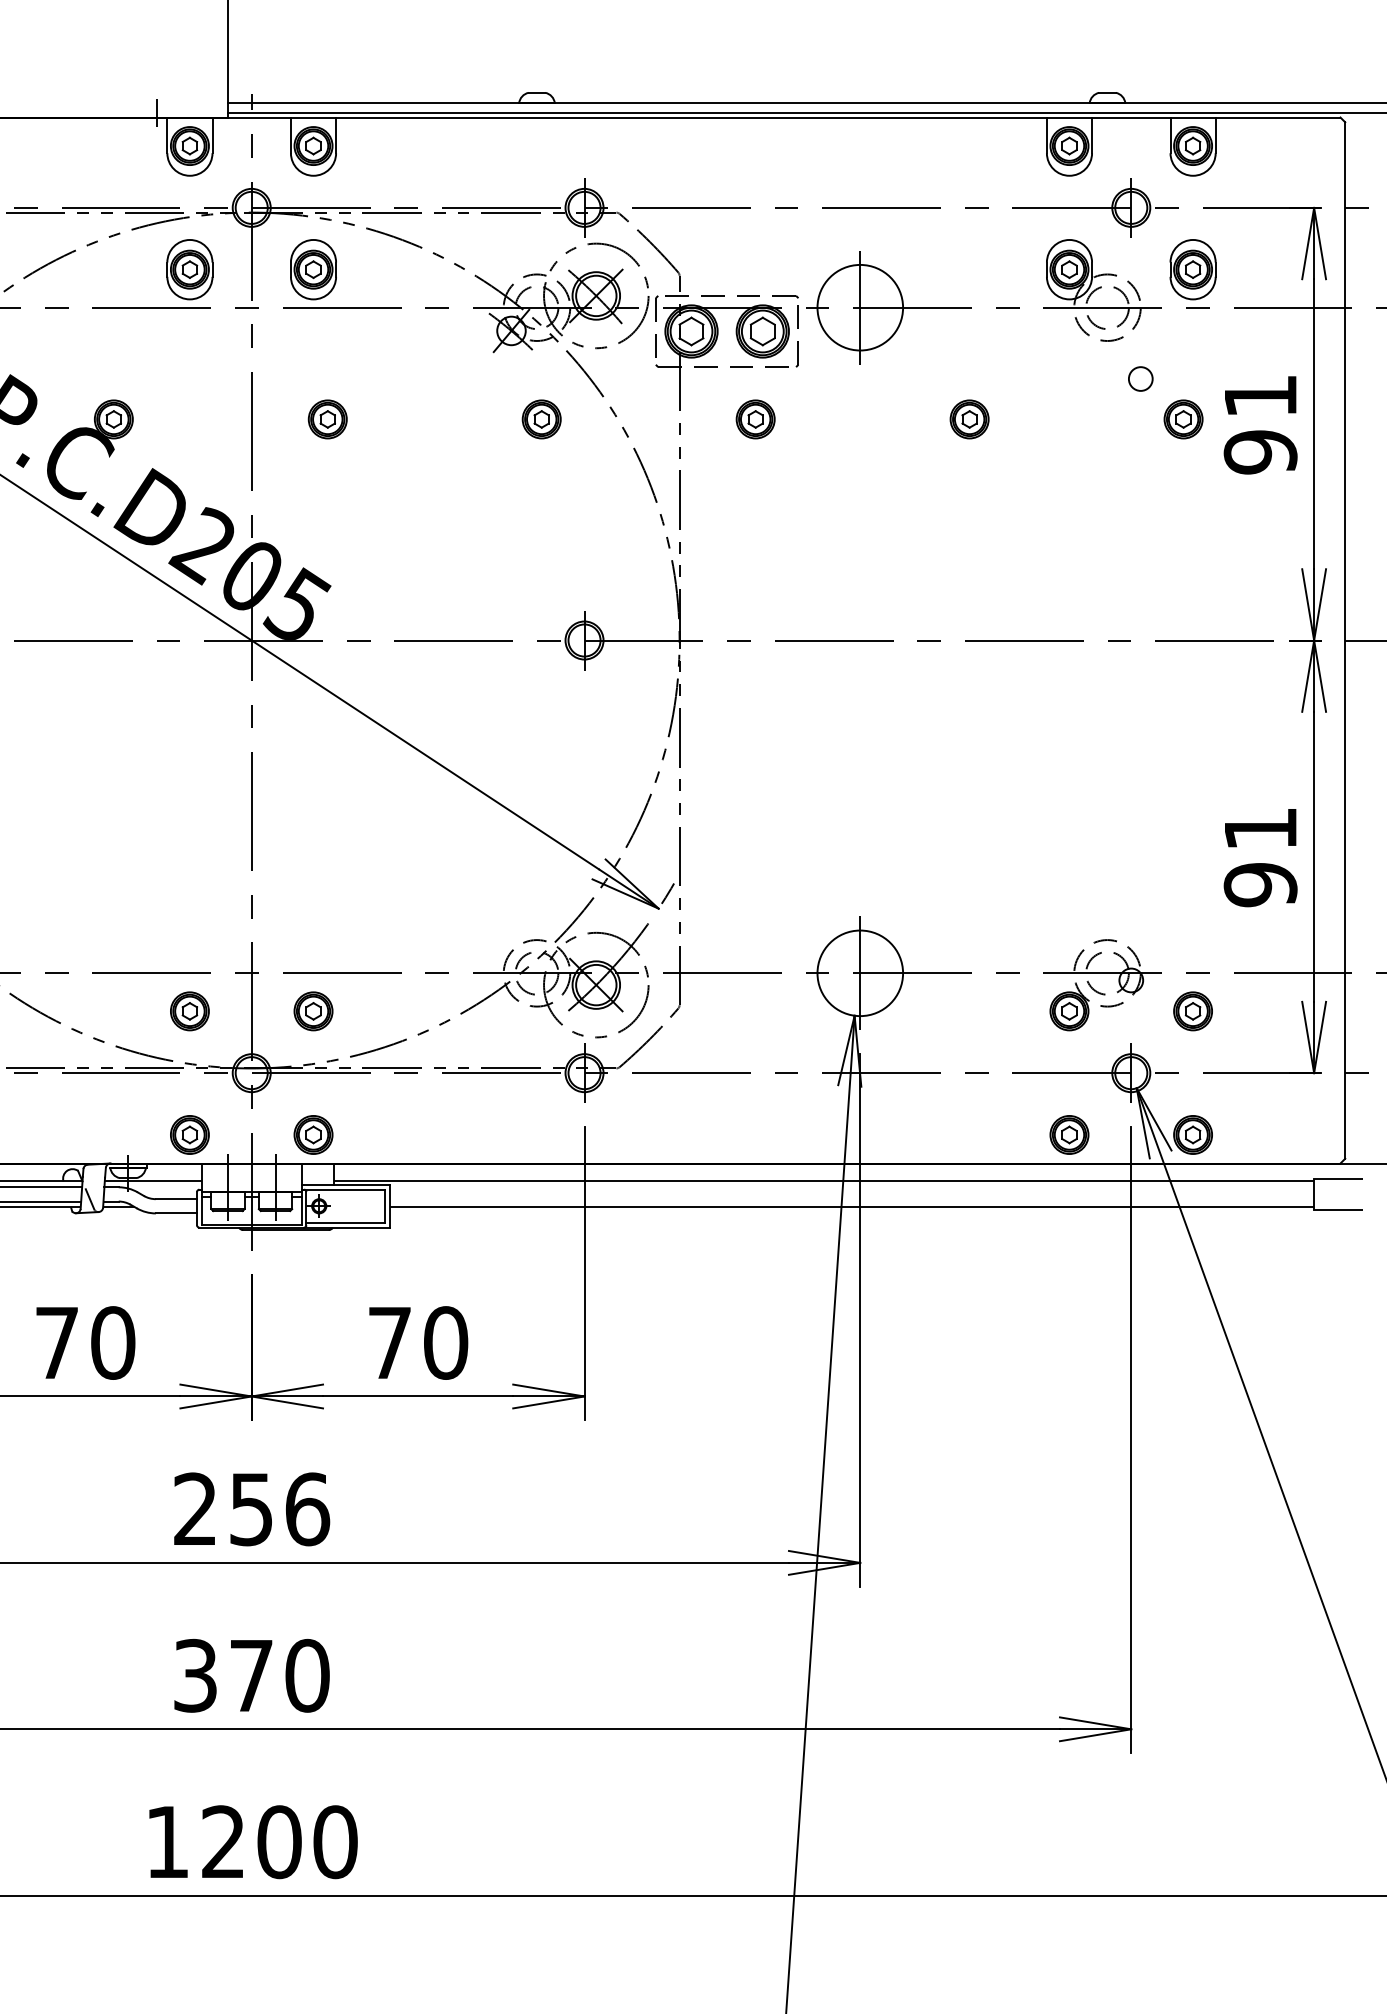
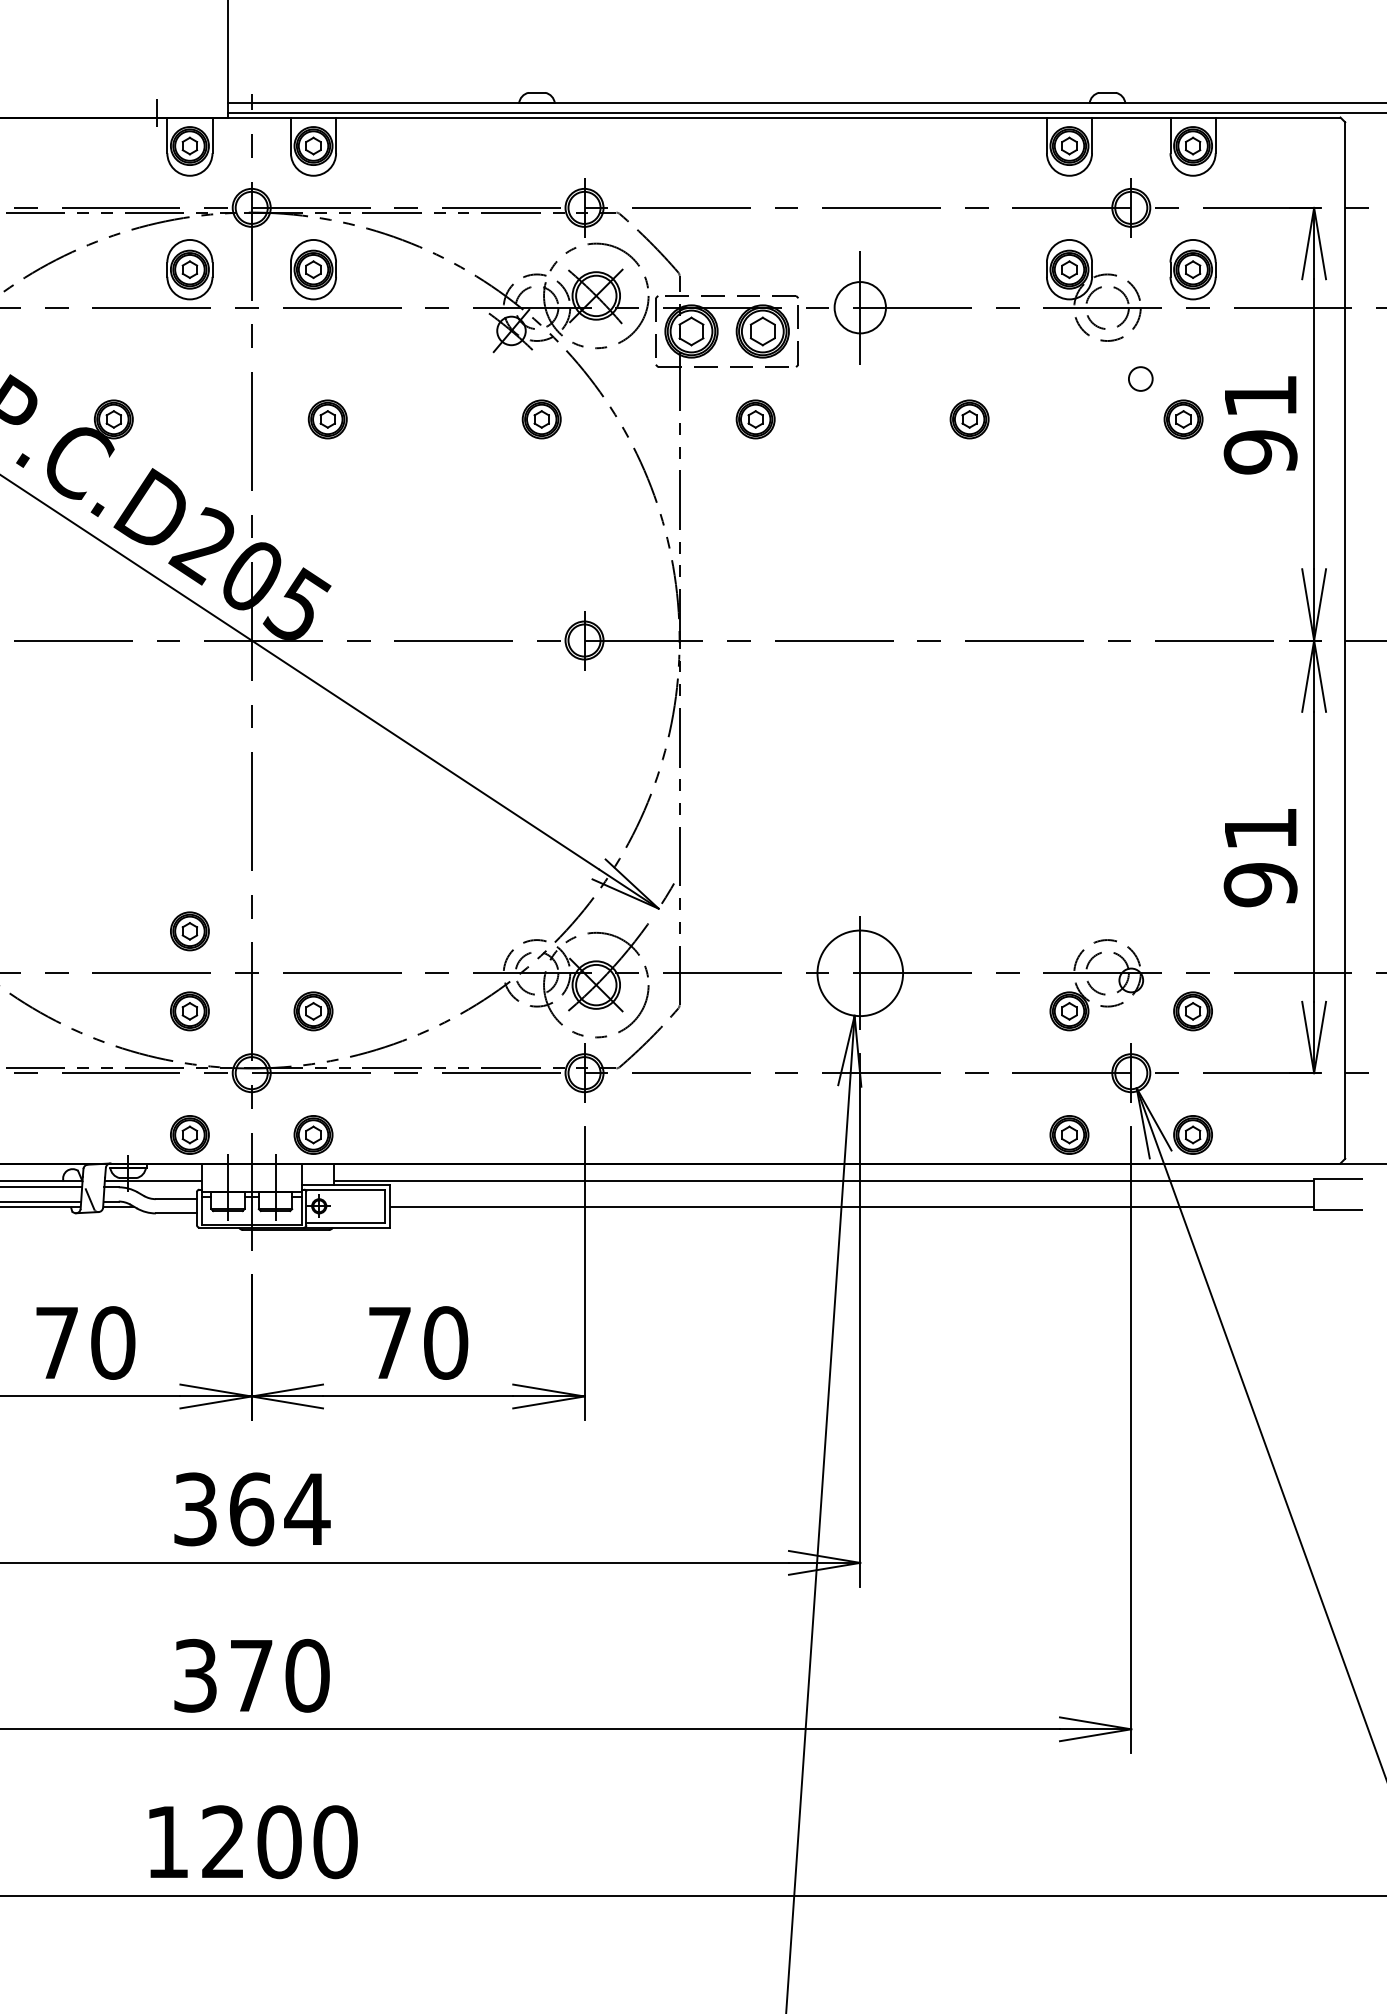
circle at (860, 307) diameter: 86 px -> 51 px
part at (189, 931): none -> present
text at (252, 1509): 256 -> 364
